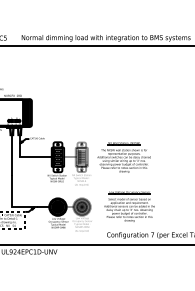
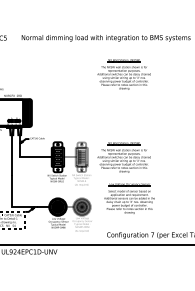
line at (96, 46): present -> none
part at (123, 74): none -> present
part at (129, 206) position: (129, 206) -> (129, 198)
